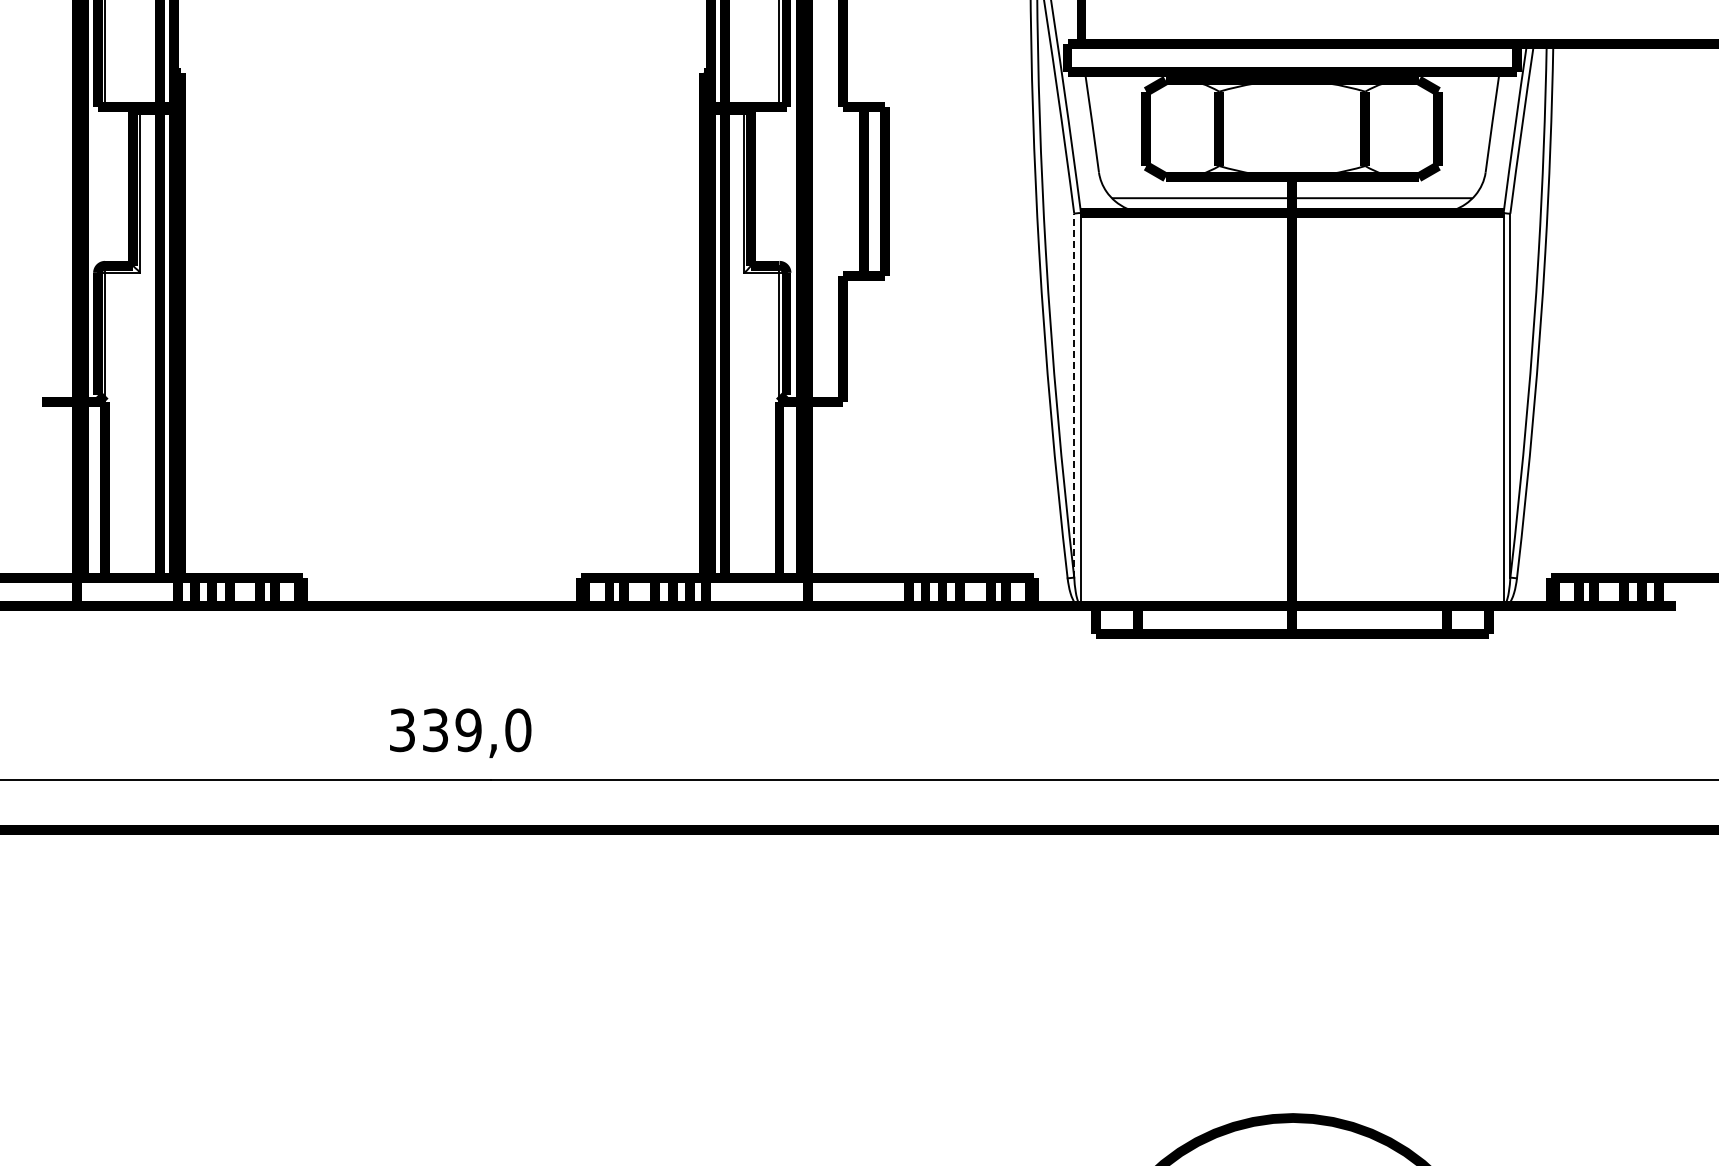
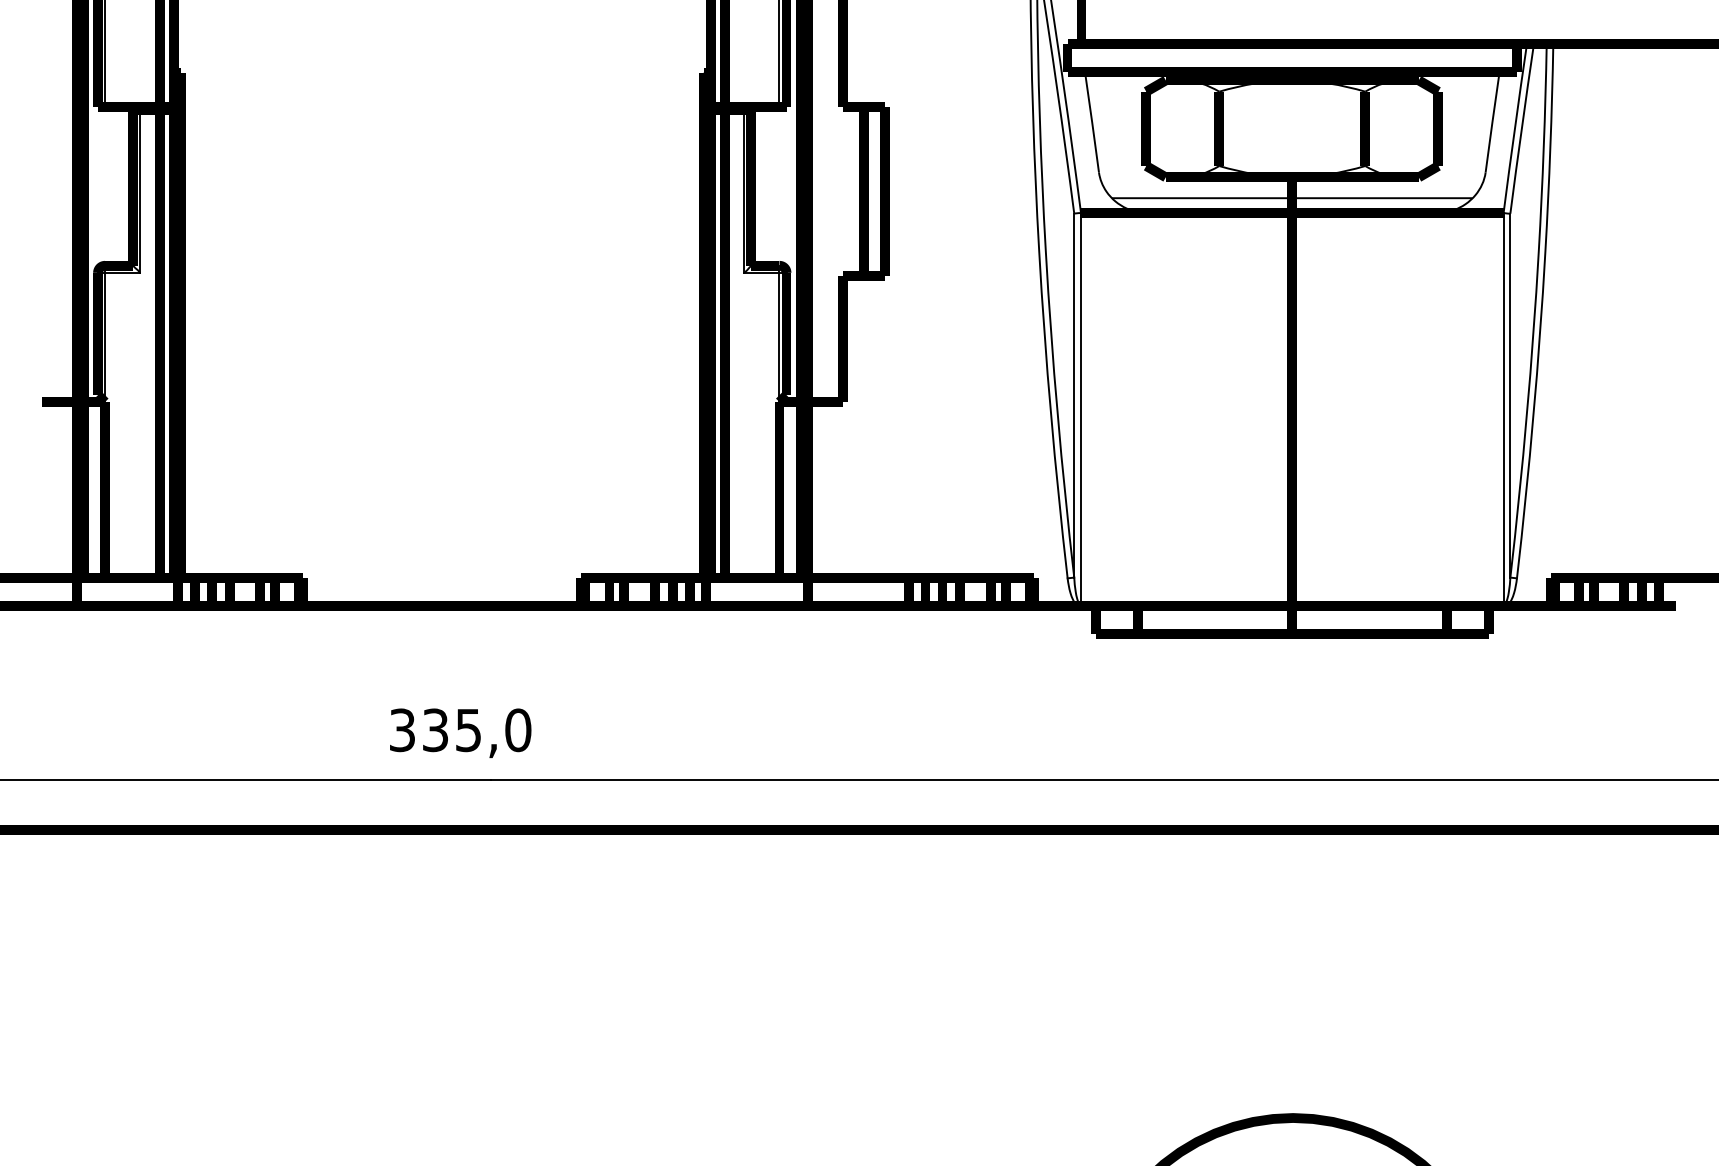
line at (1074, 395): dashed -> solid
text at (468, 729): 339,0 -> 335,0
